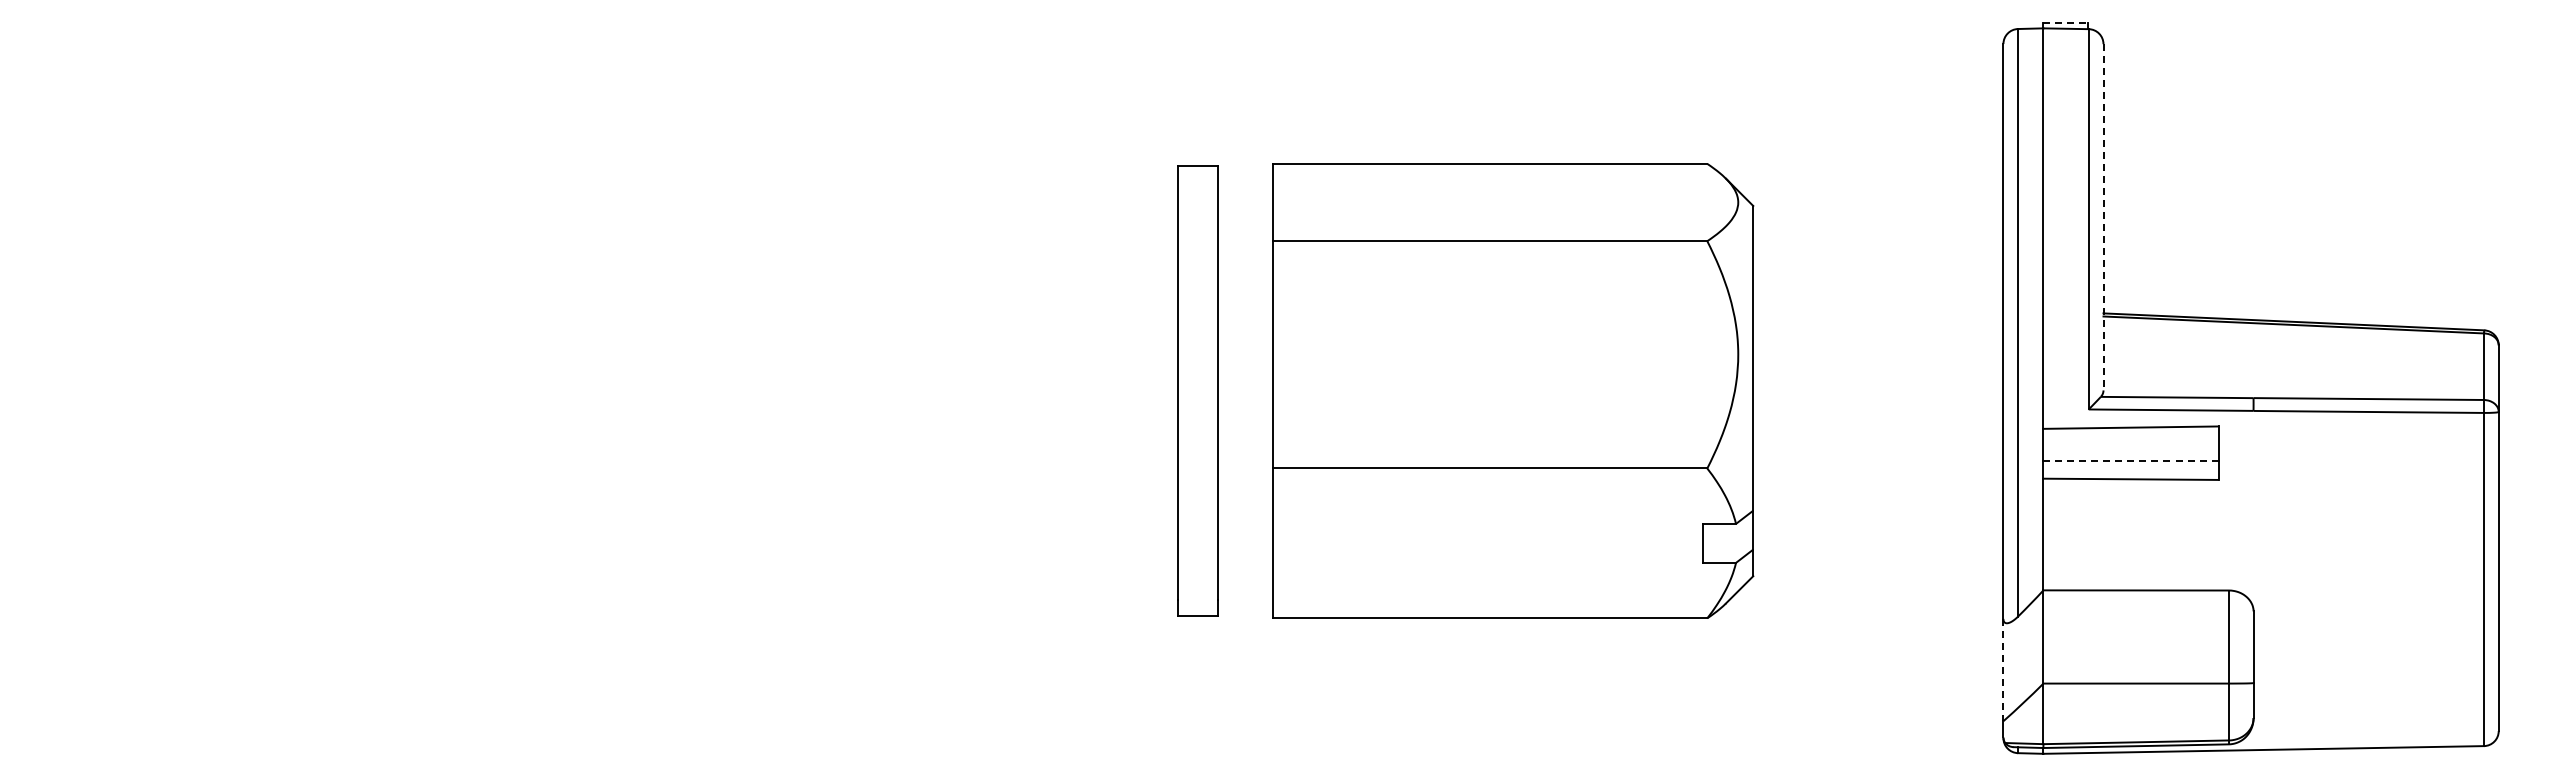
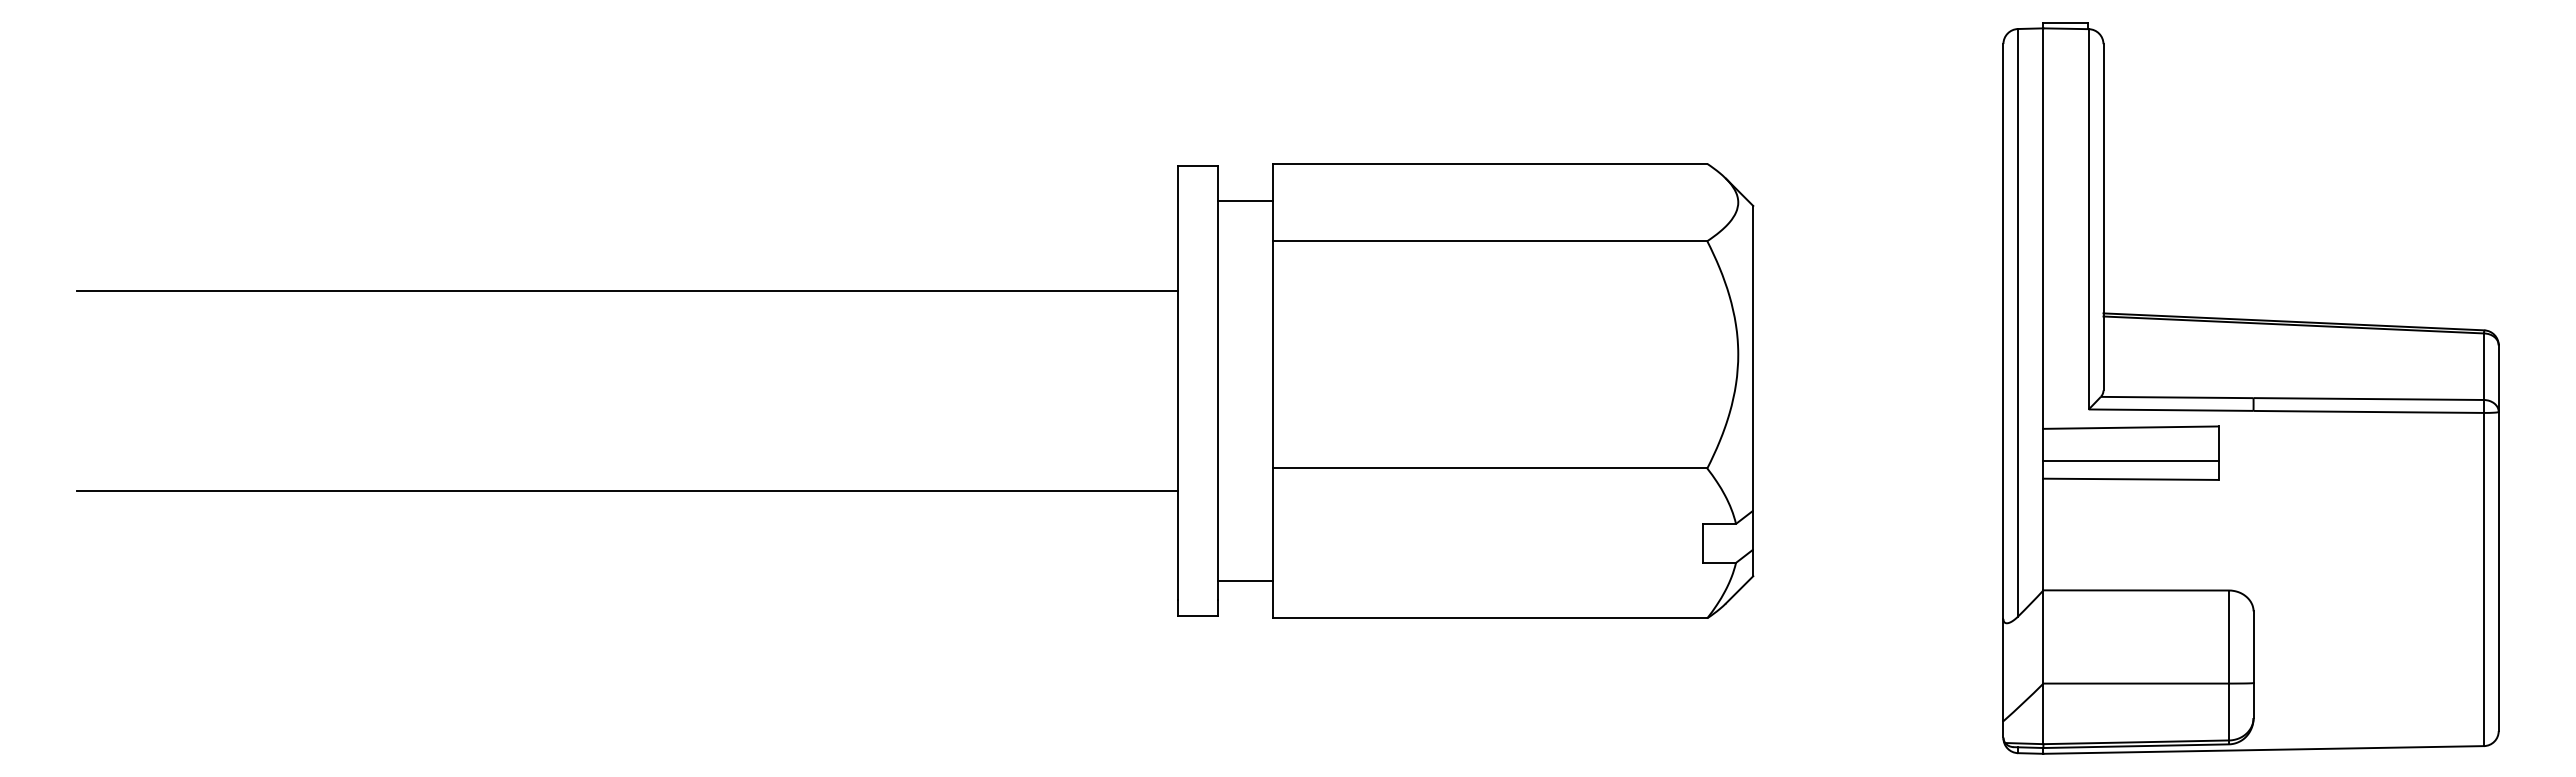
line at (2065, 23): dashed -> solid
line at (1244, 200): none -> present
line at (2103, 217): dashed -> solid
line at (627, 291): none -> present
line at (2131, 461): dashed -> solid
line at (627, 491): none -> present
line at (1244, 581): none -> present
line at (2003, 670): dashed -> solid
